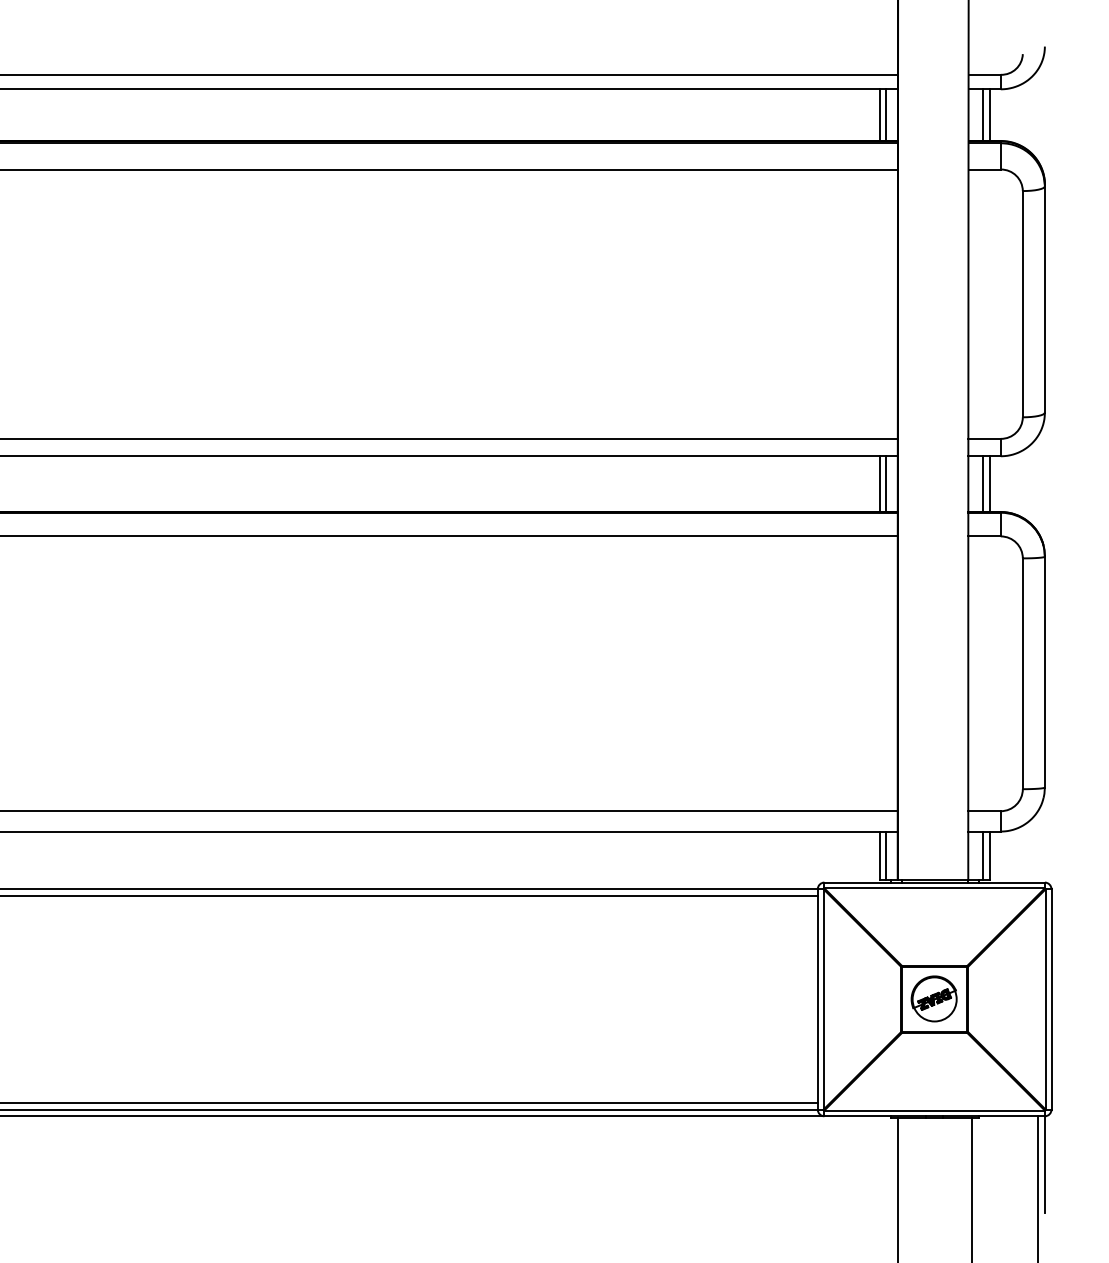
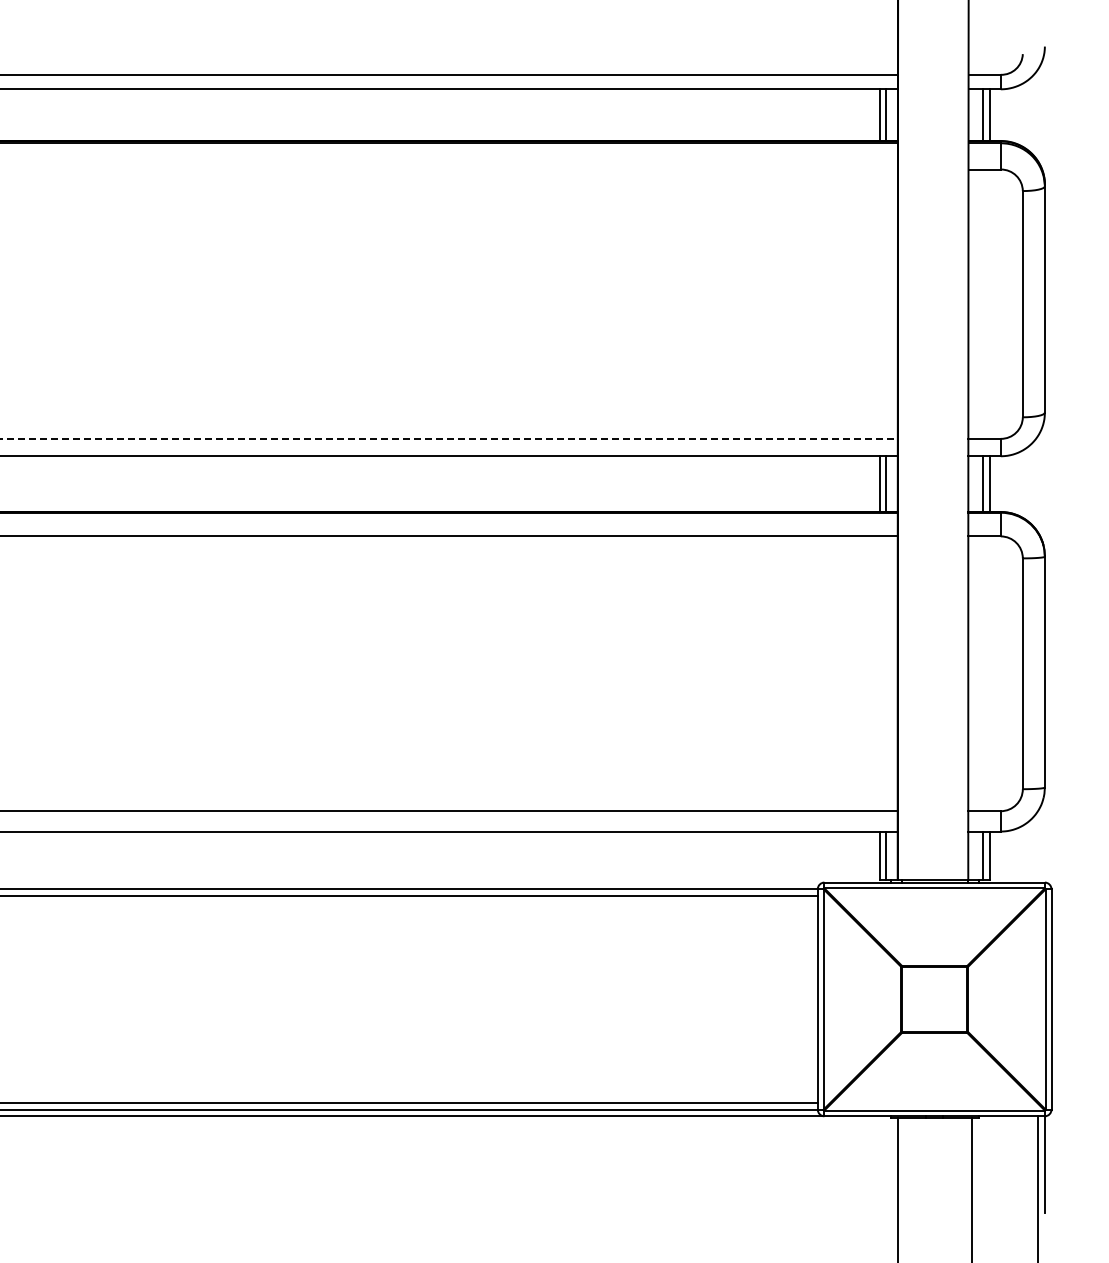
line at (449, 169): present -> none
line at (449, 438): solid -> dashed
part at (933, 998): present -> none
